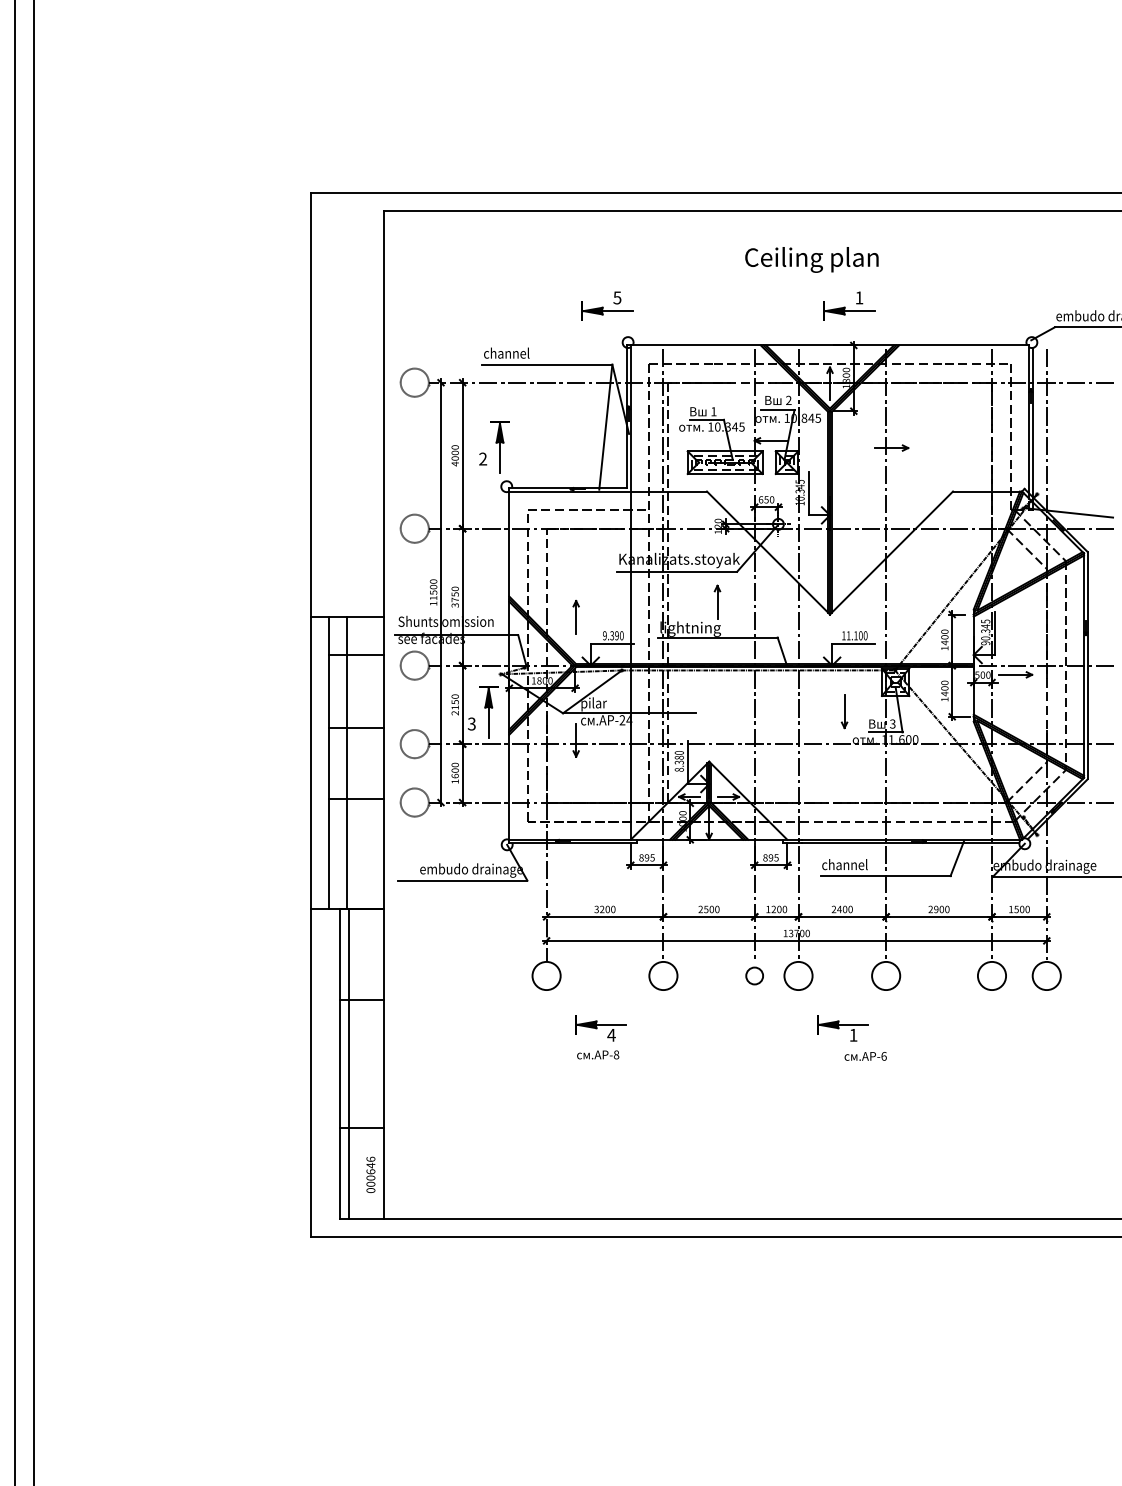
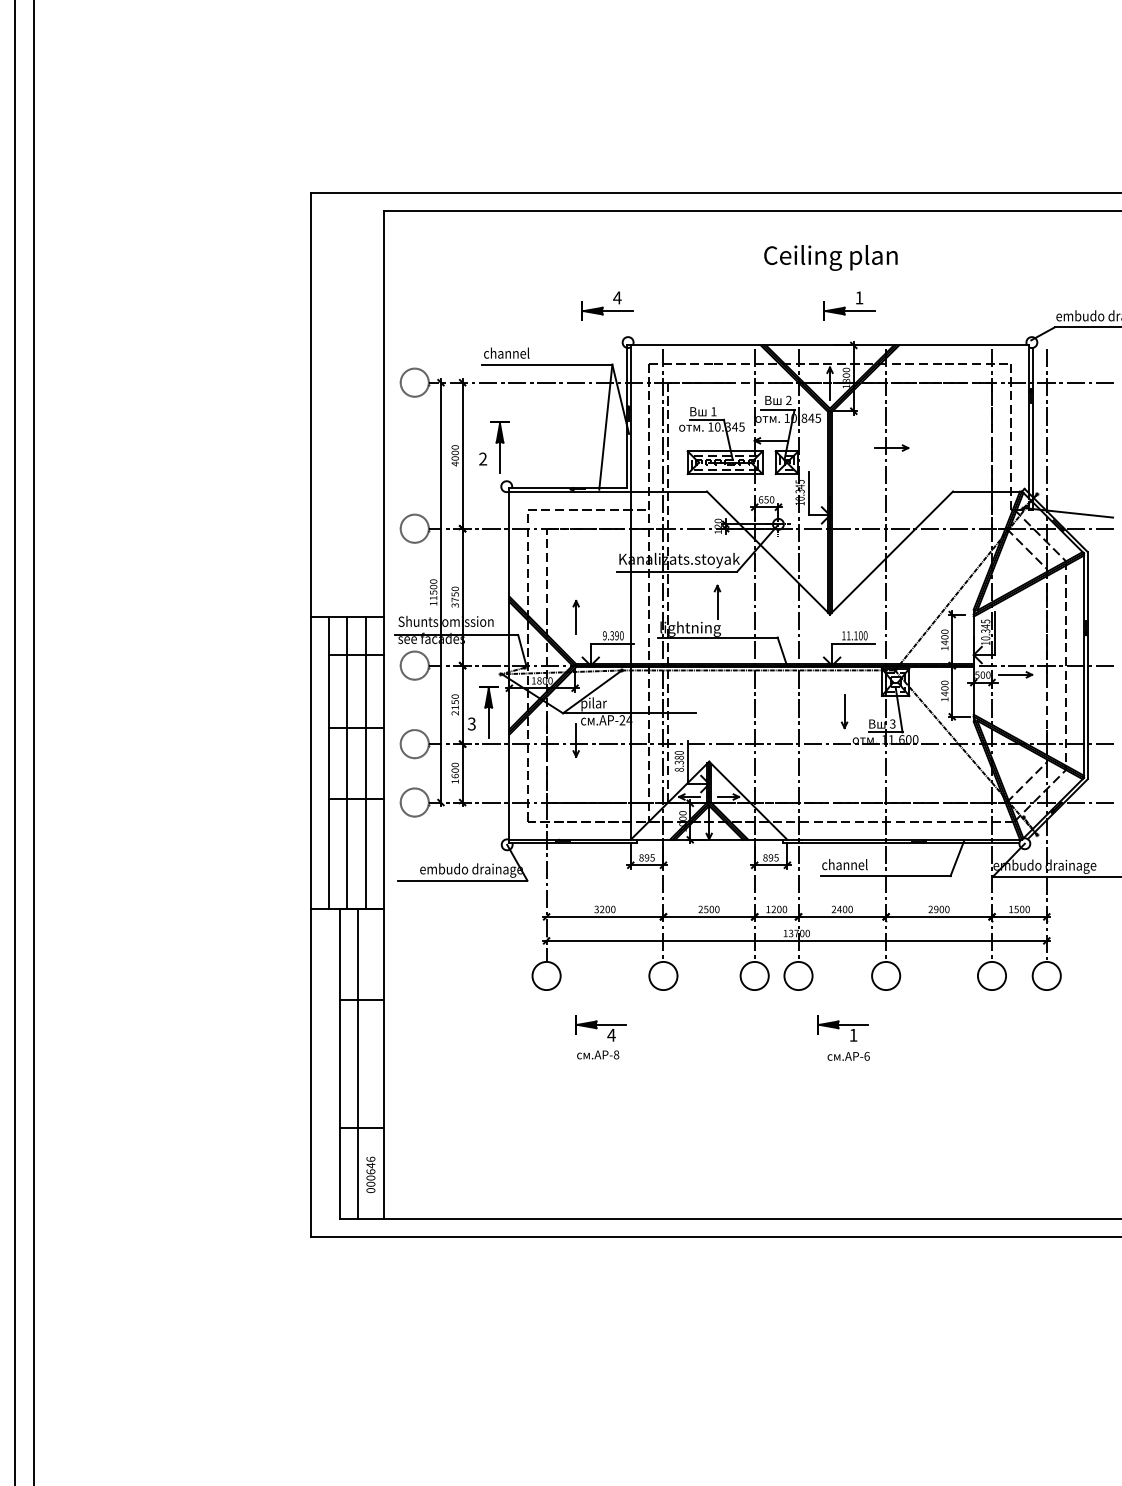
text at (811, 259) position: (811, 259) -> (830, 257)
text at (617, 297): 5 -> 4
text at (985, 643): 90.345 -> 10.345
line at (365, 762): none -> present
circle at (754, 975) diameter: 17 px -> 28 px
text at (865, 1056) position: (865, 1056) -> (848, 1056)
line at (349, 1063) position: (349, 1063) -> (358, 1063)
